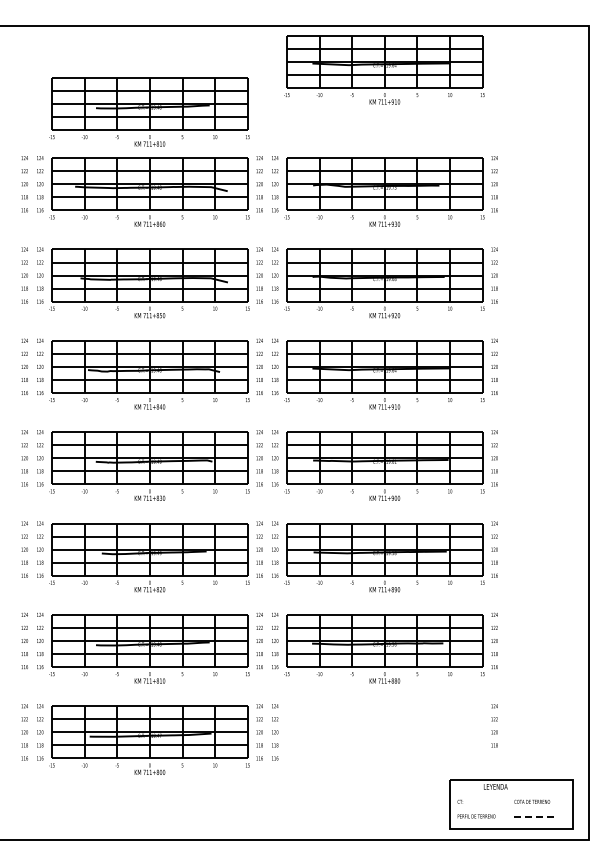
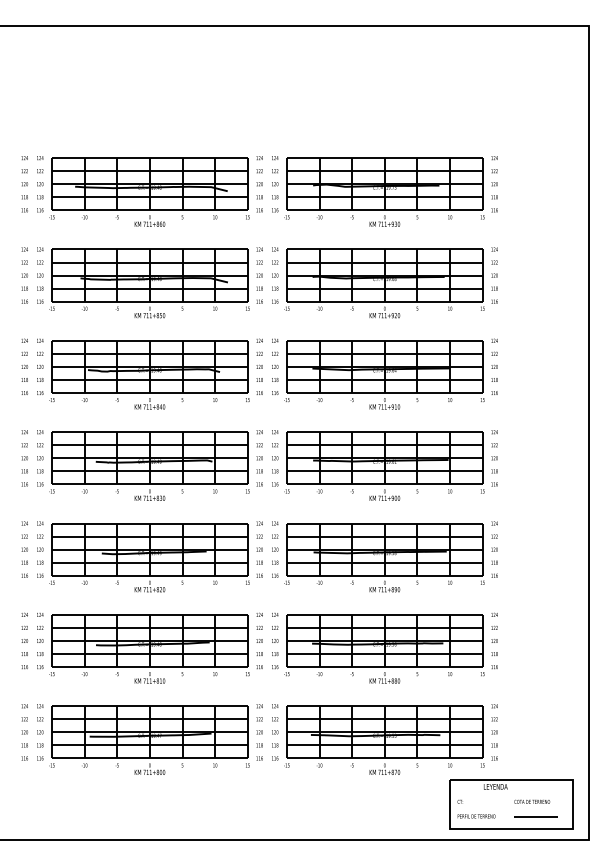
part at (384, 69): present -> none
part at (149, 111): present -> none
part at (390, 739): none -> present
line at (536, 817): dashed -> solid
